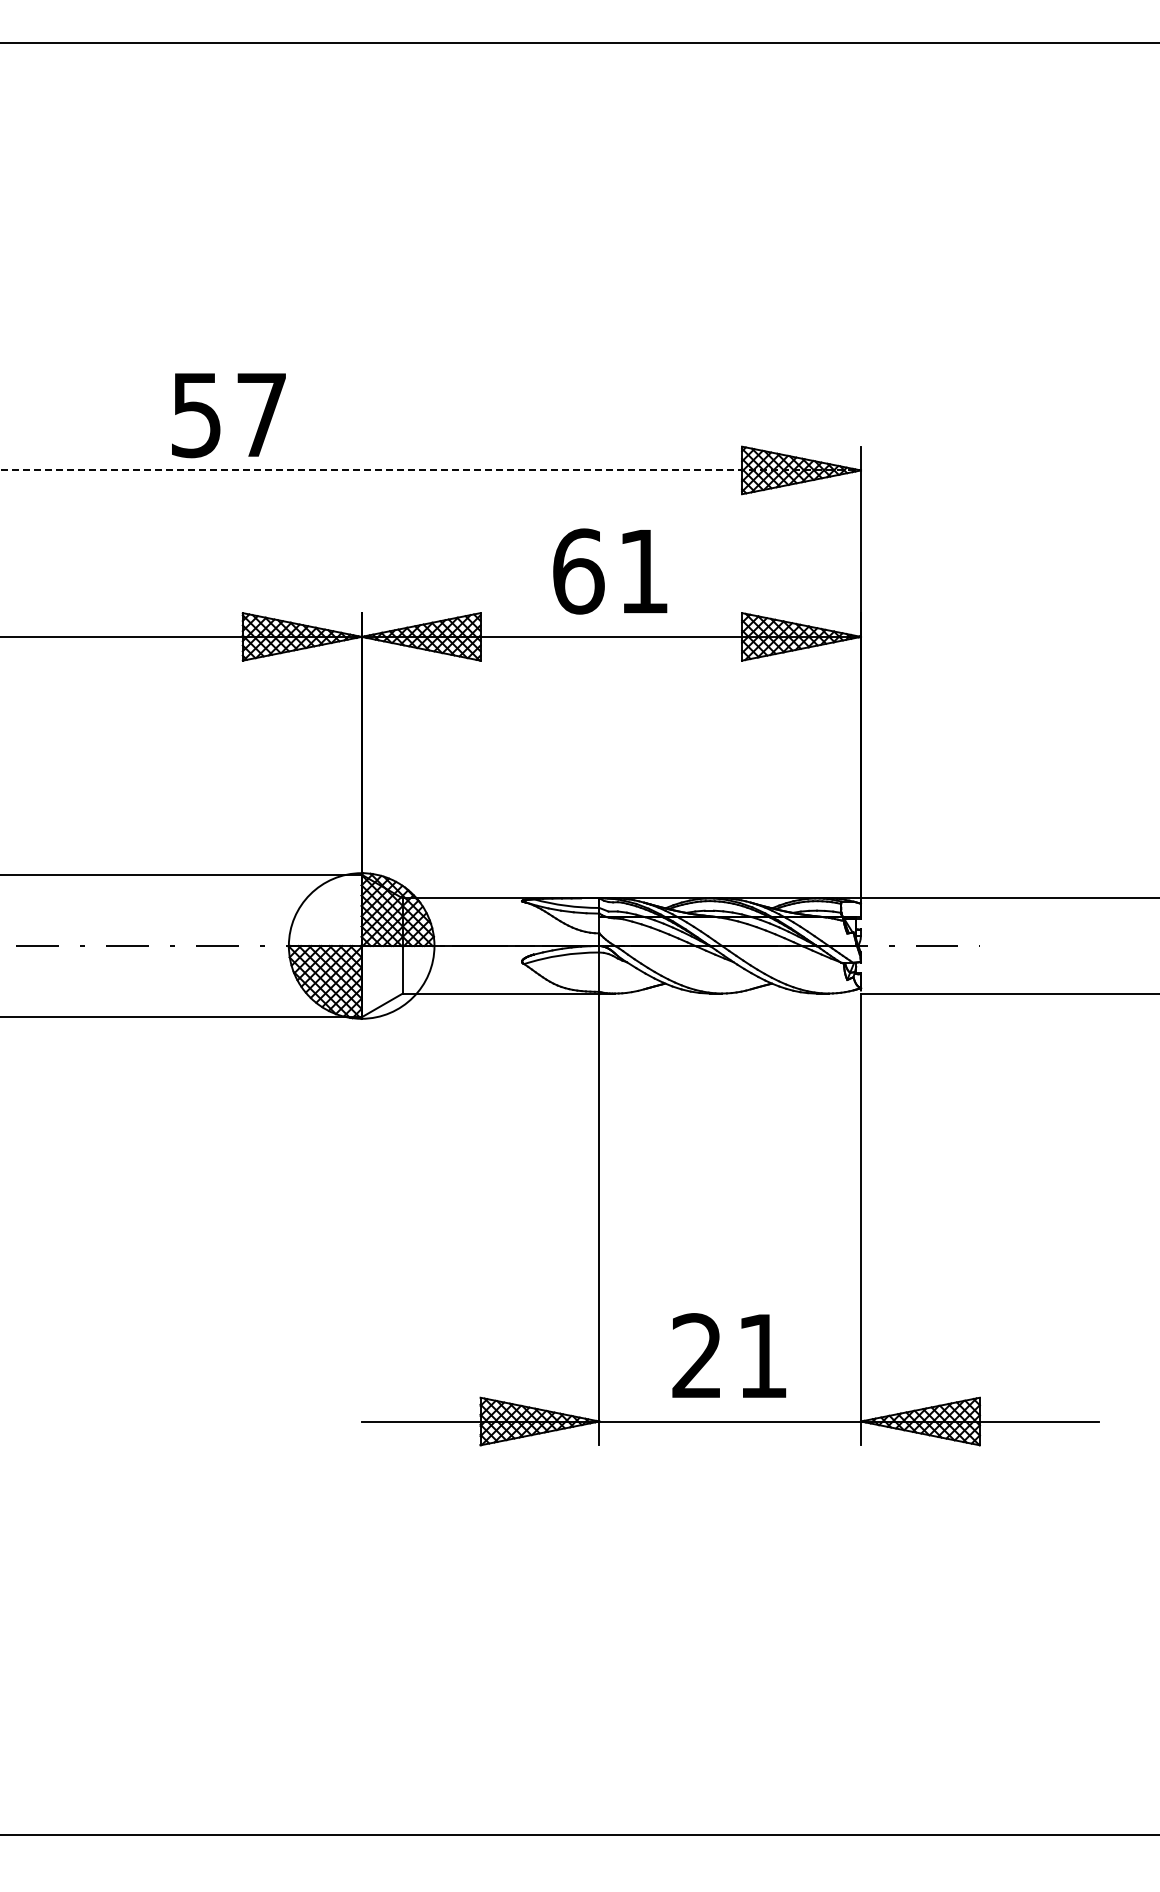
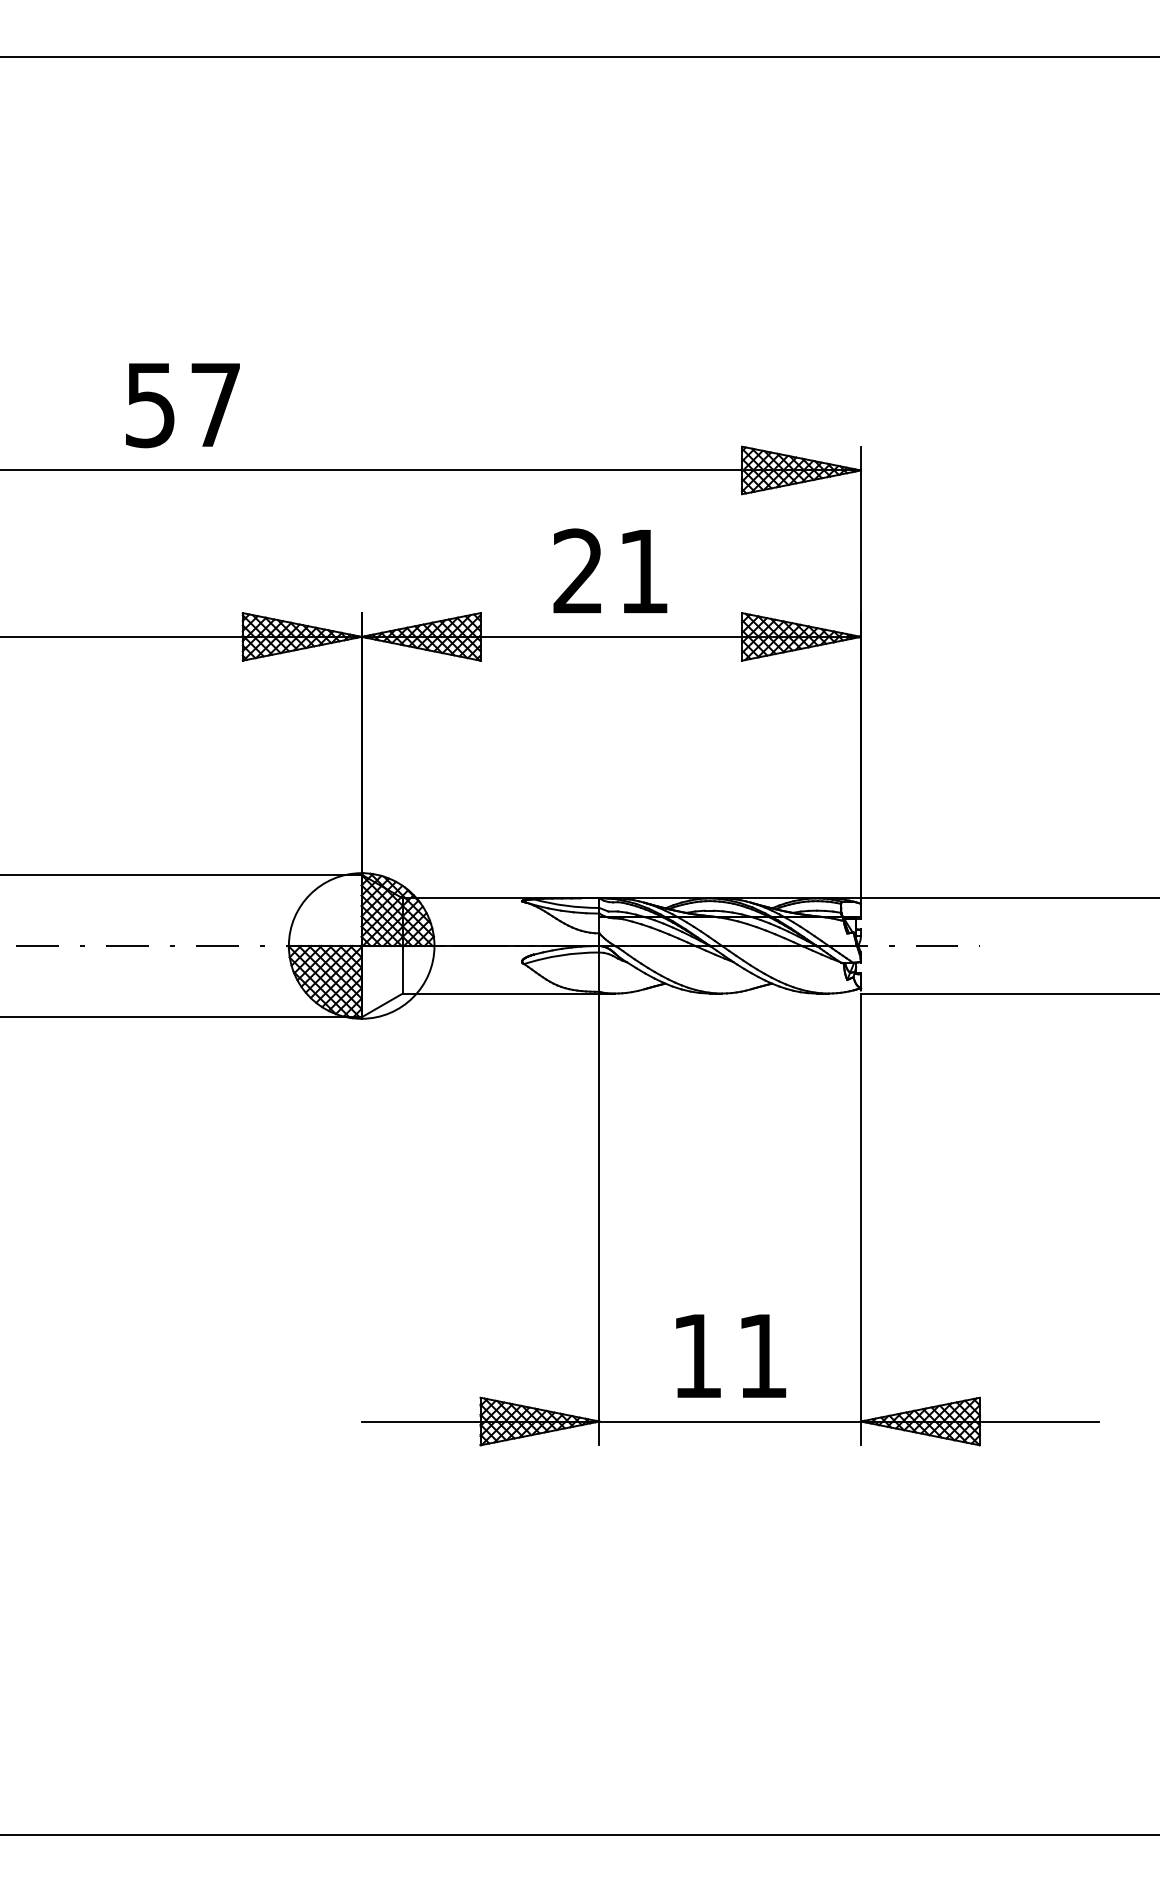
line at (579, 42) position: (579, 42) -> (579, 56)
text at (228, 415) position: (228, 415) -> (182, 405)
line at (431, 470): dashed -> solid
text at (578, 571): 61 -> 21
text at (696, 1355): 21 -> 11
